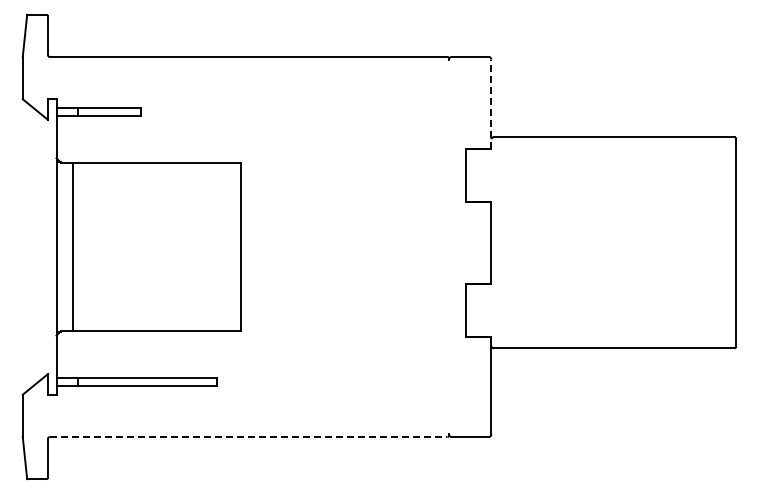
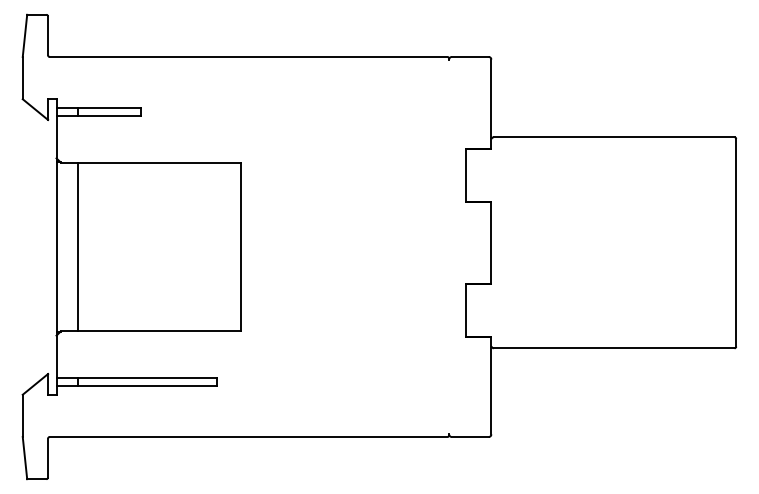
line at (491, 104): dashed -> solid
line at (72, 246) position: (72, 246) -> (77, 246)
line at (248, 436): dashed -> solid
